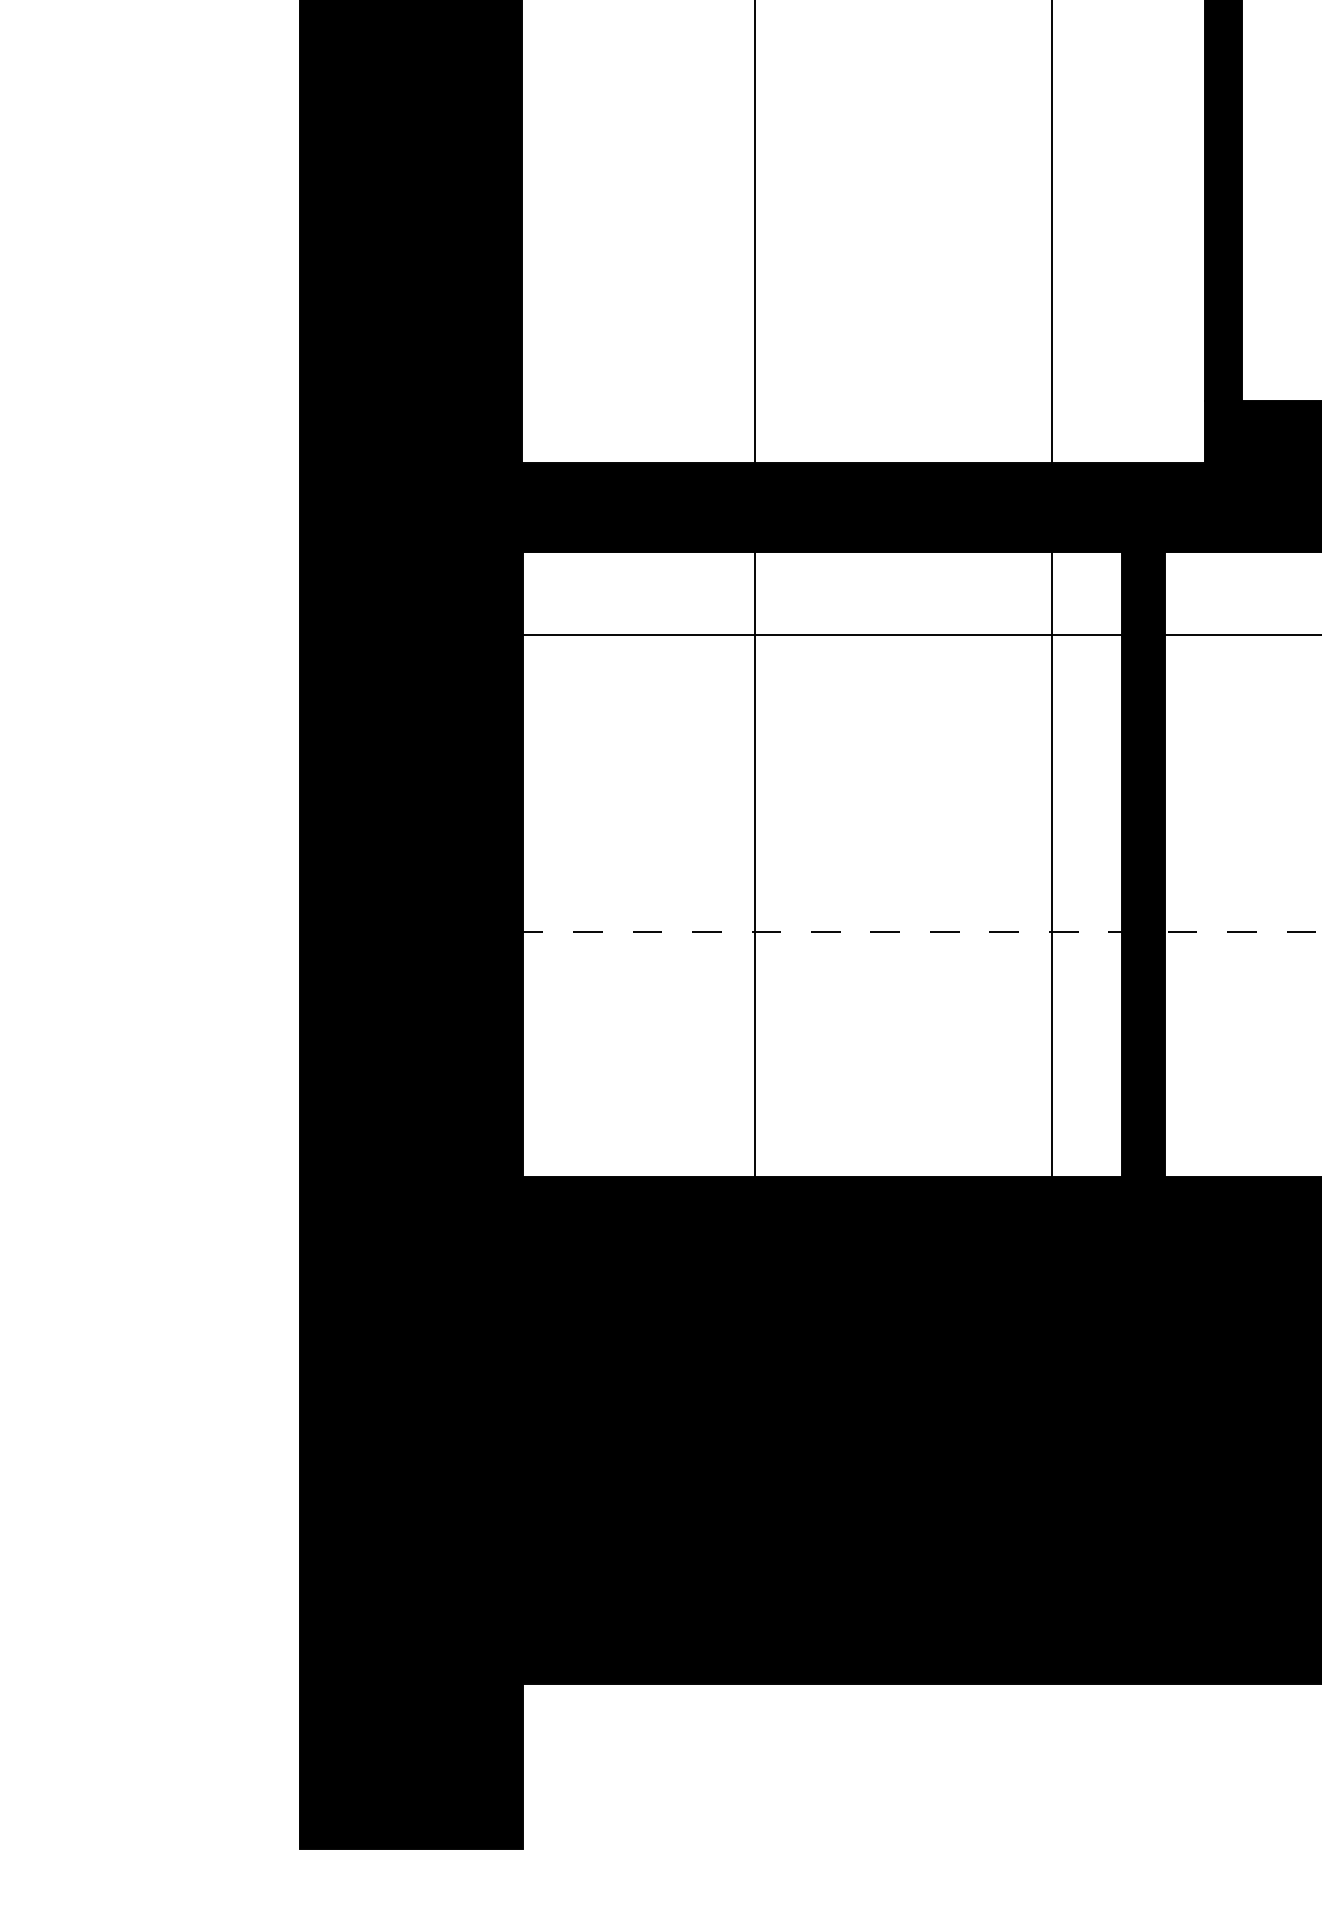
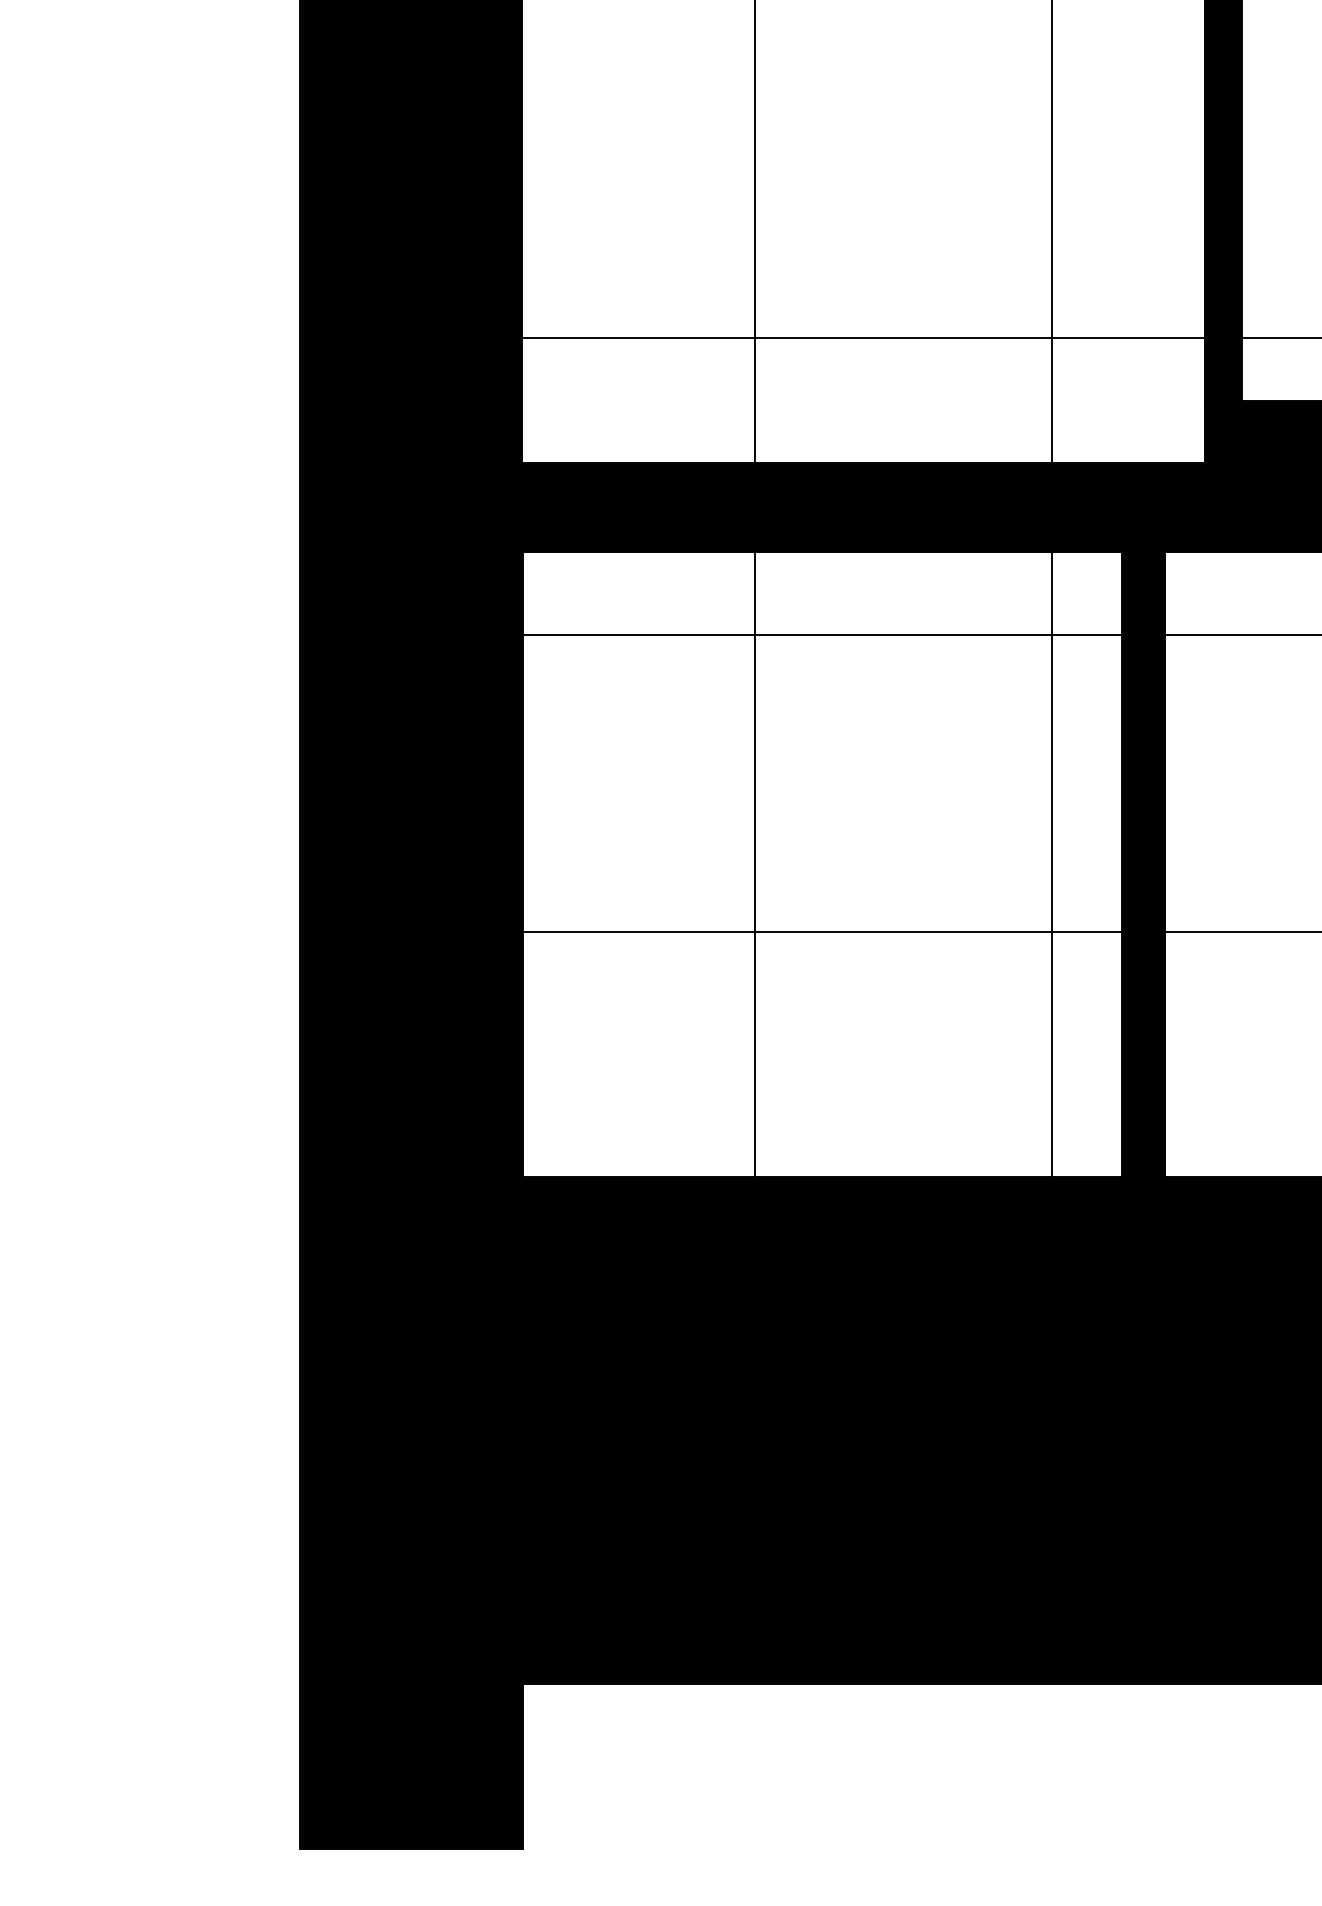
line at (872, 337): none -> present
line at (874, 932): dashed -> solid
